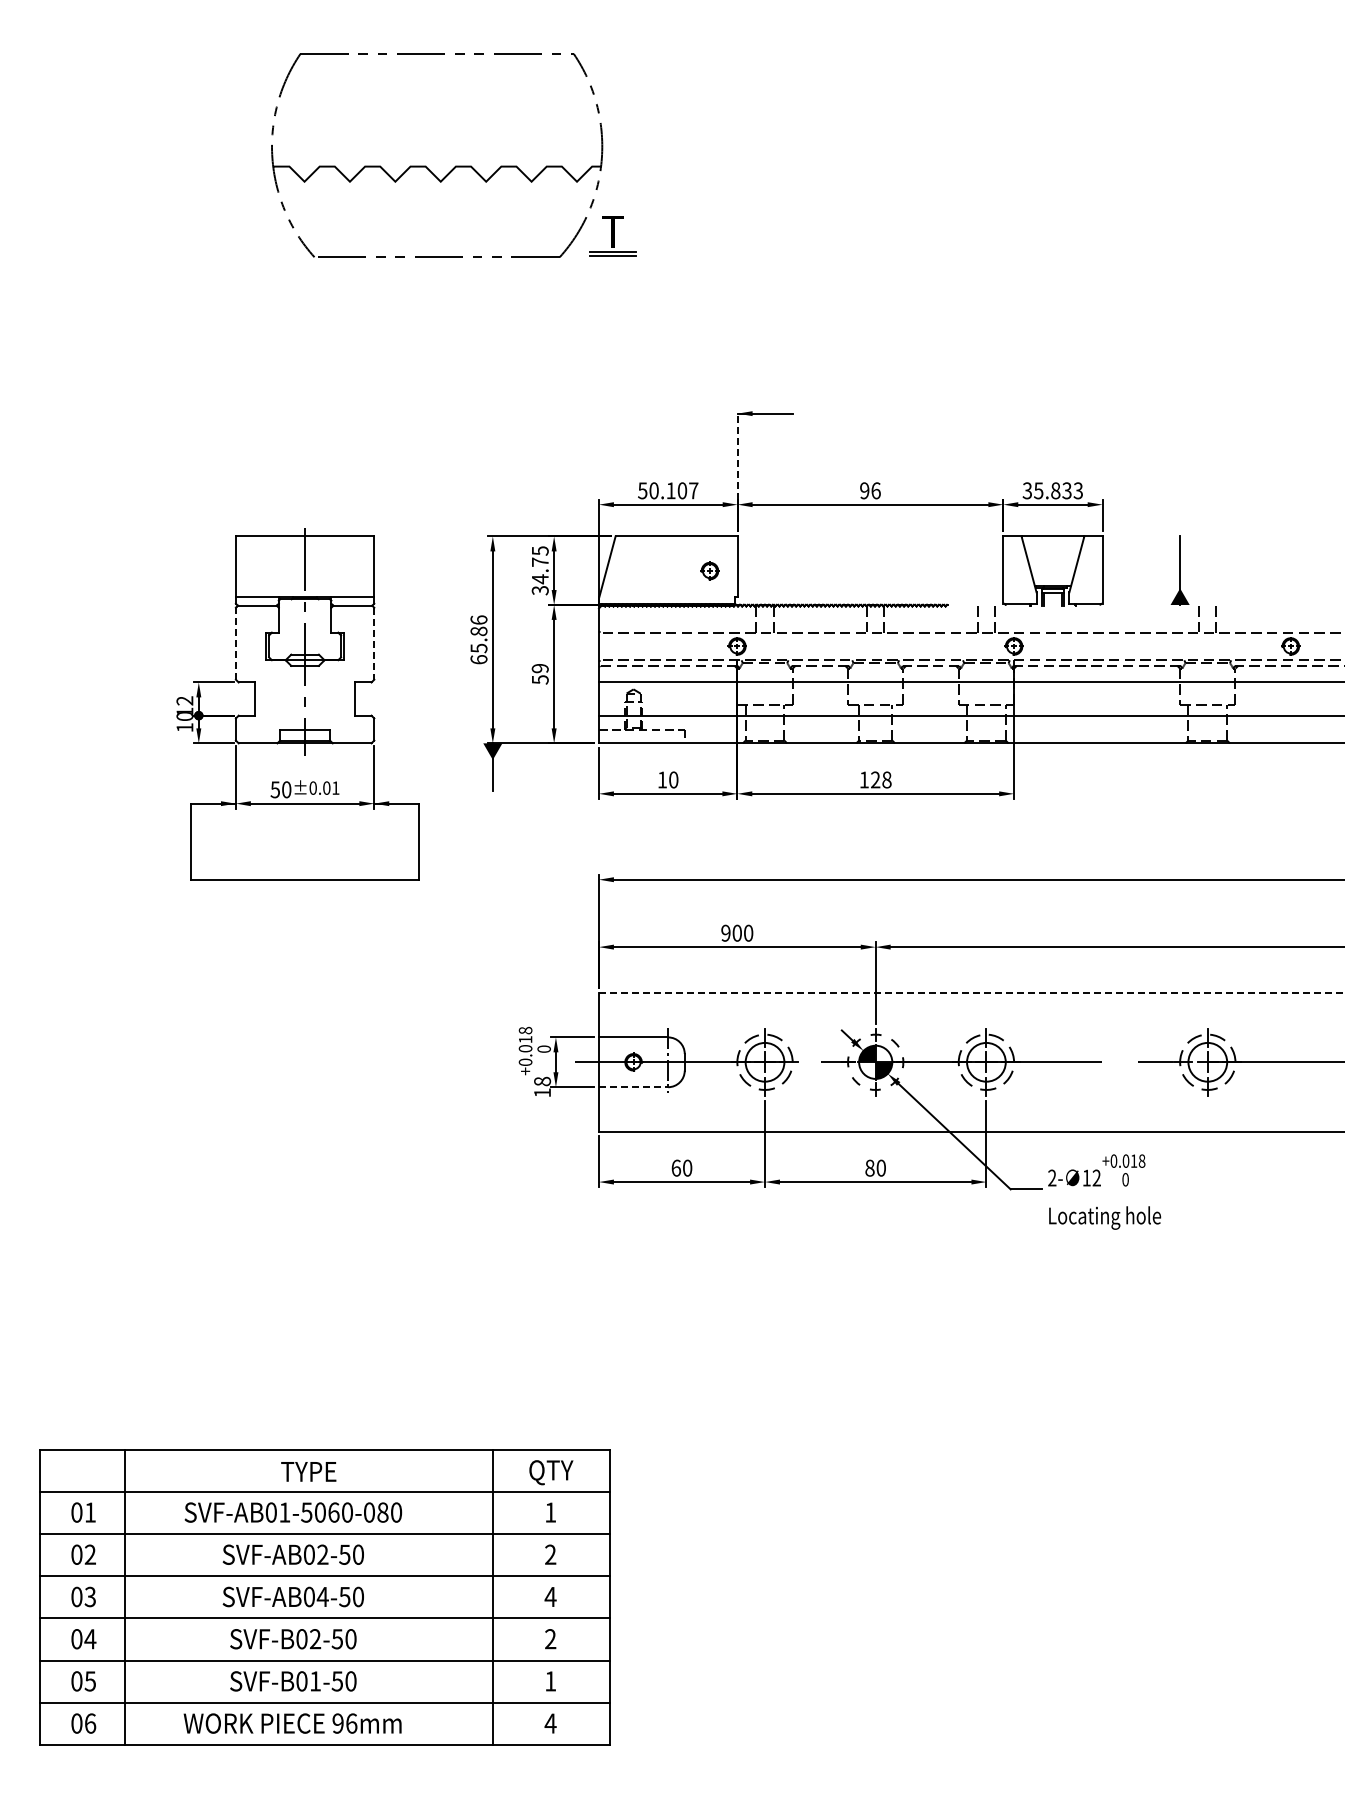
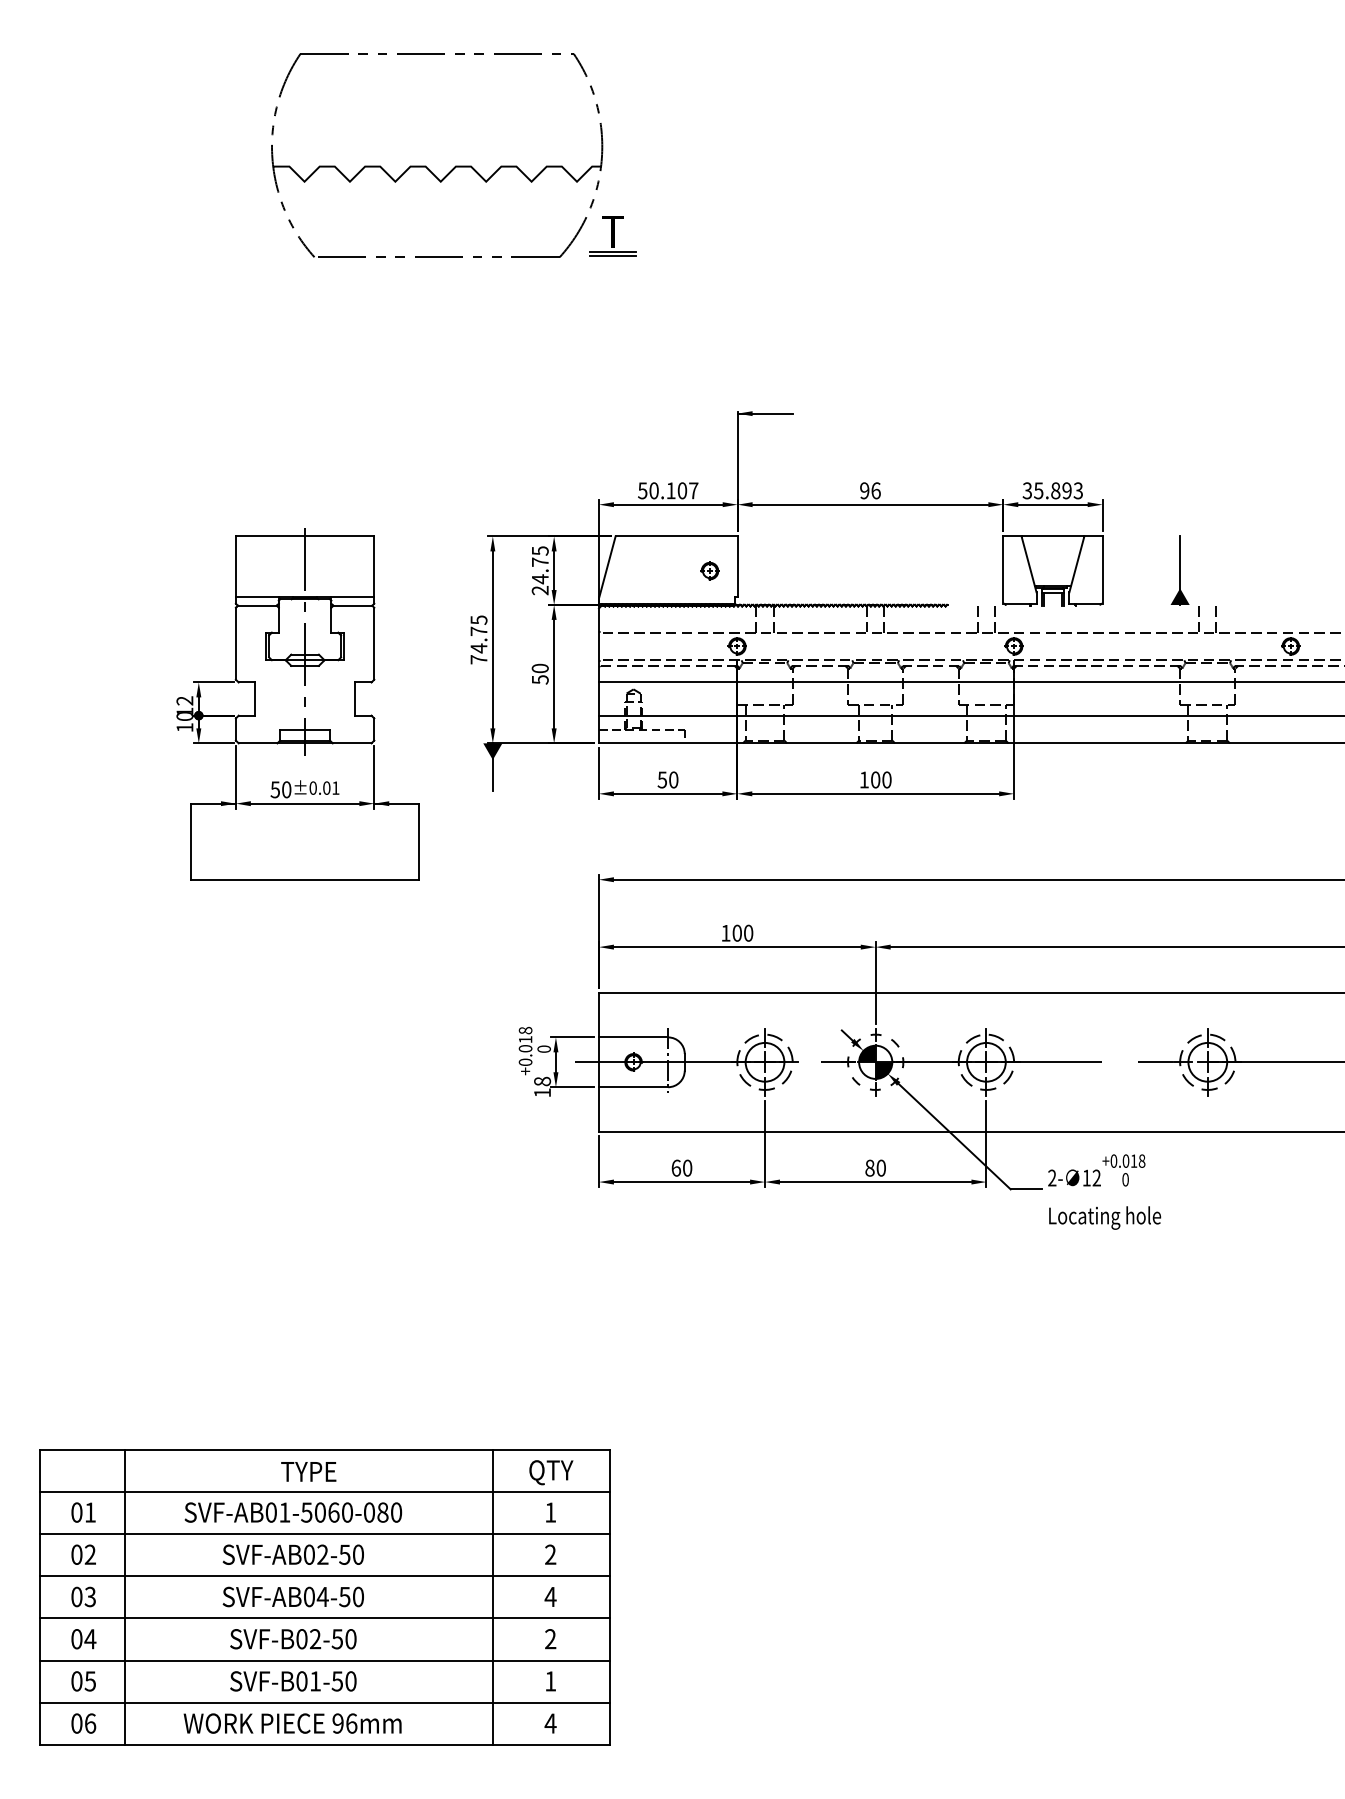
line at (737, 455): dashed -> solid
text at (1066, 490): 35.833 -> 35.893
text at (540, 590): 34.75 -> 24.75
text at (478, 639): 65.86 -> 74.75
line at (235, 643): dashed -> solid
line at (374, 643): dashed -> solid
text at (540, 668): 59 -> 50
text at (661, 779): 10 -> 50
text at (881, 779): 128 -> 100
text at (725, 932): 900 -> 100
line at (971, 993): dashed -> solid
line at (633, 1087): dashed -> solid
